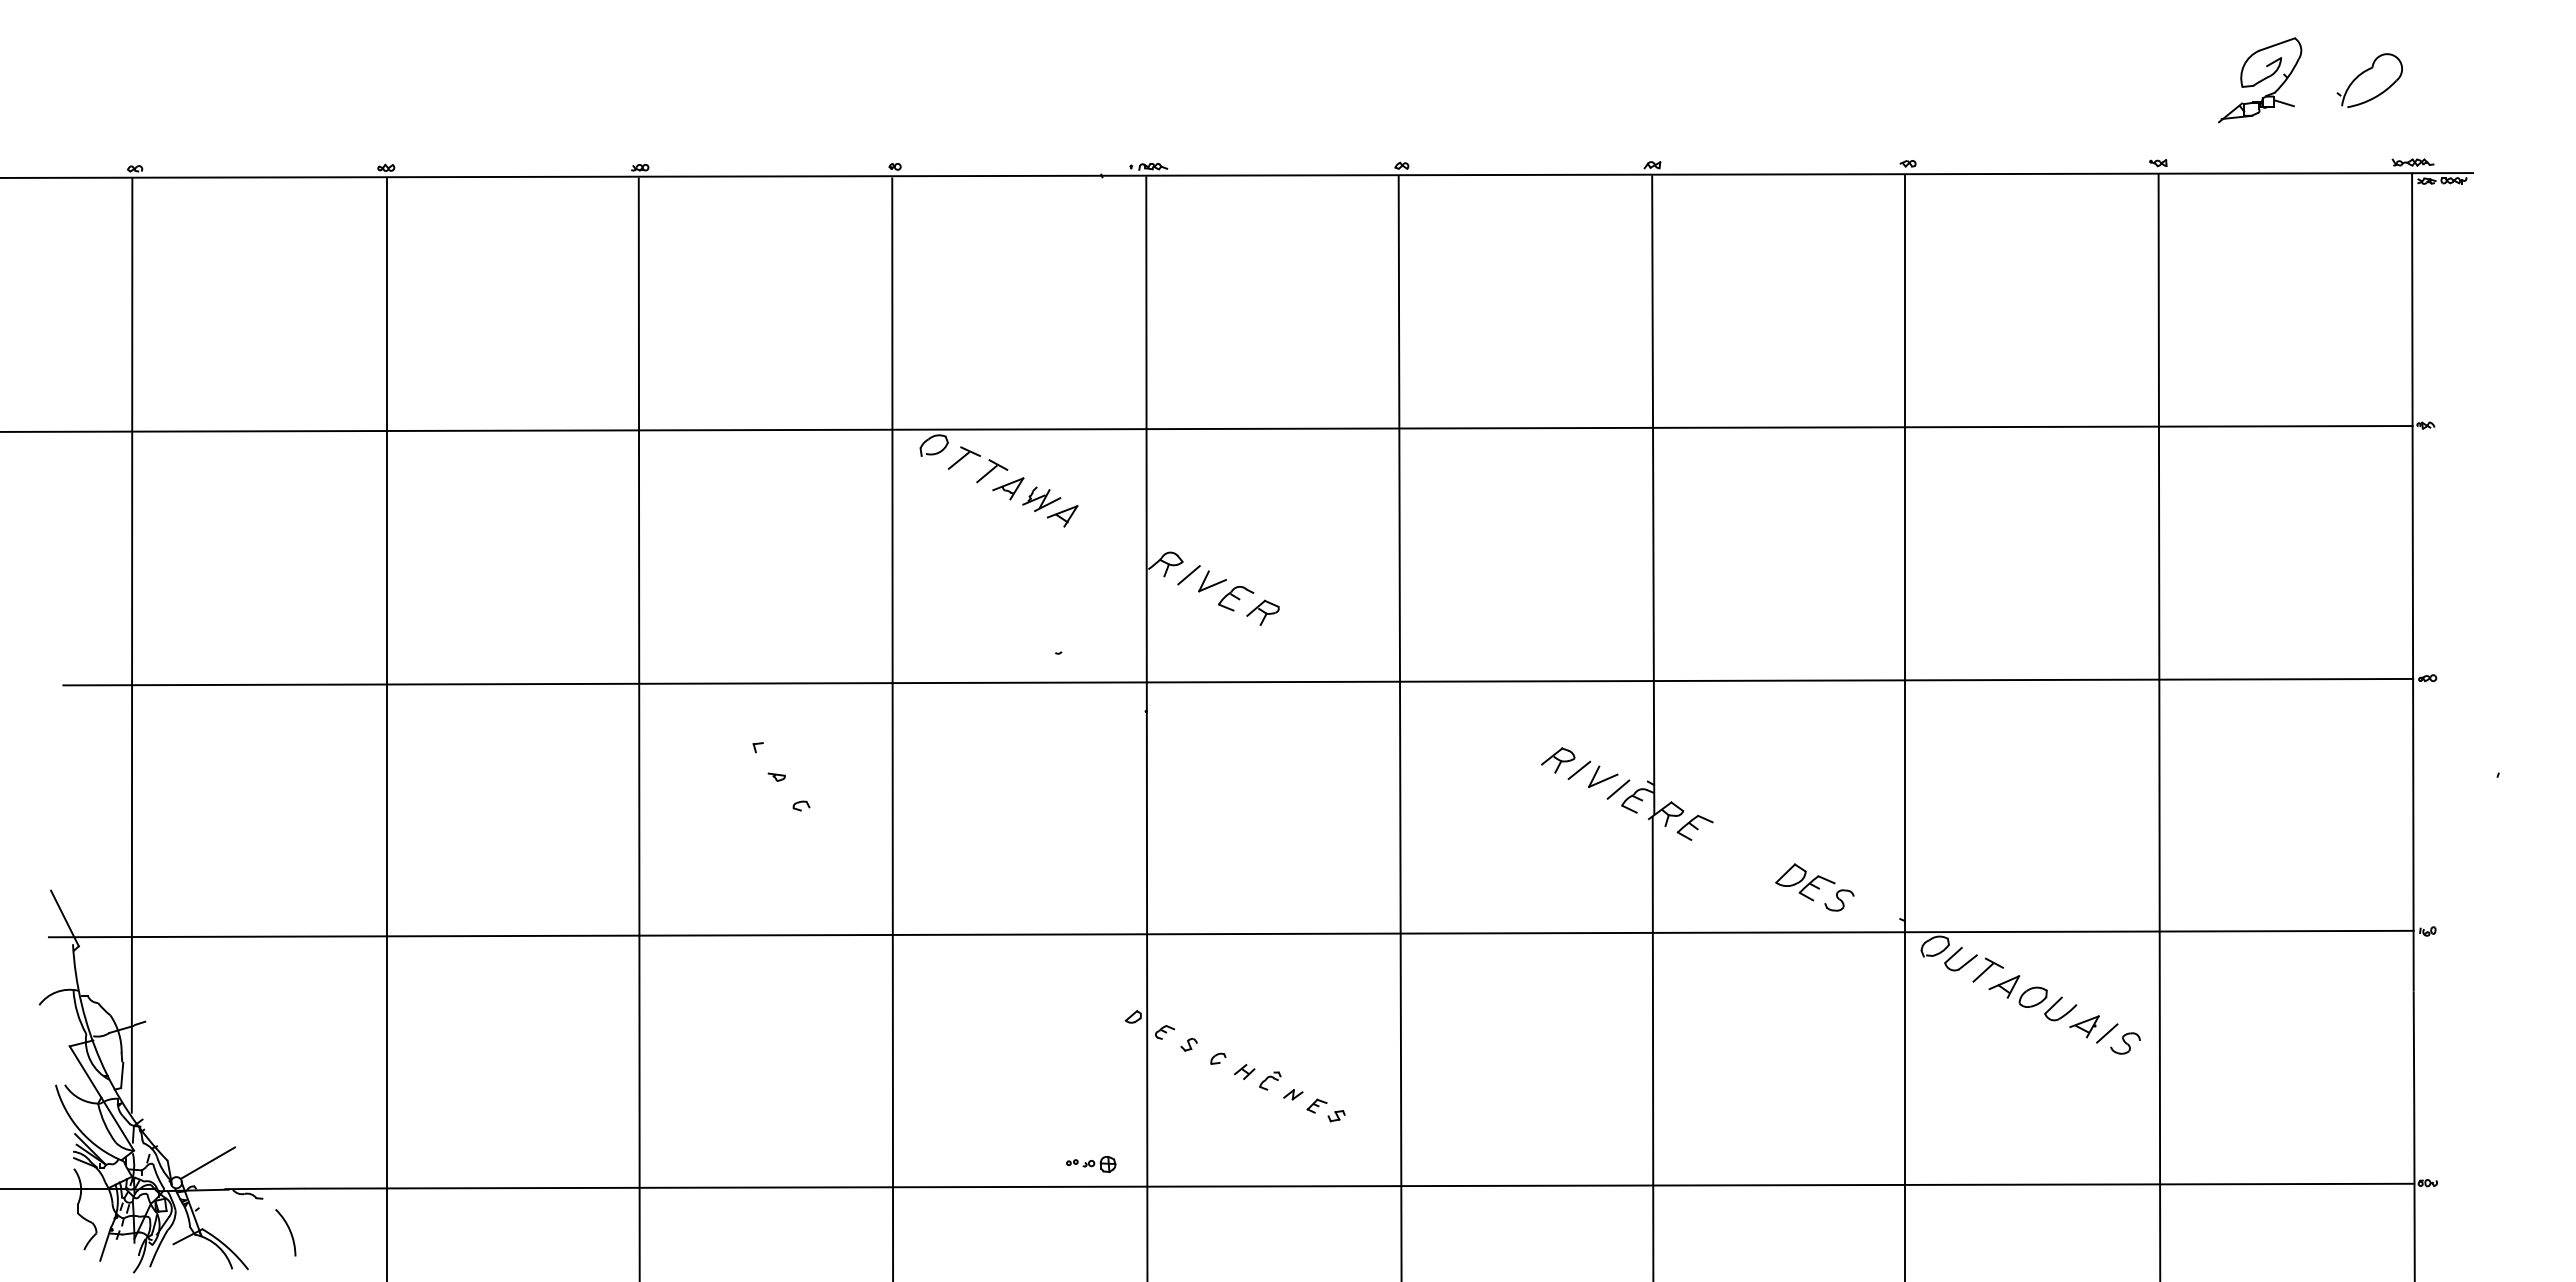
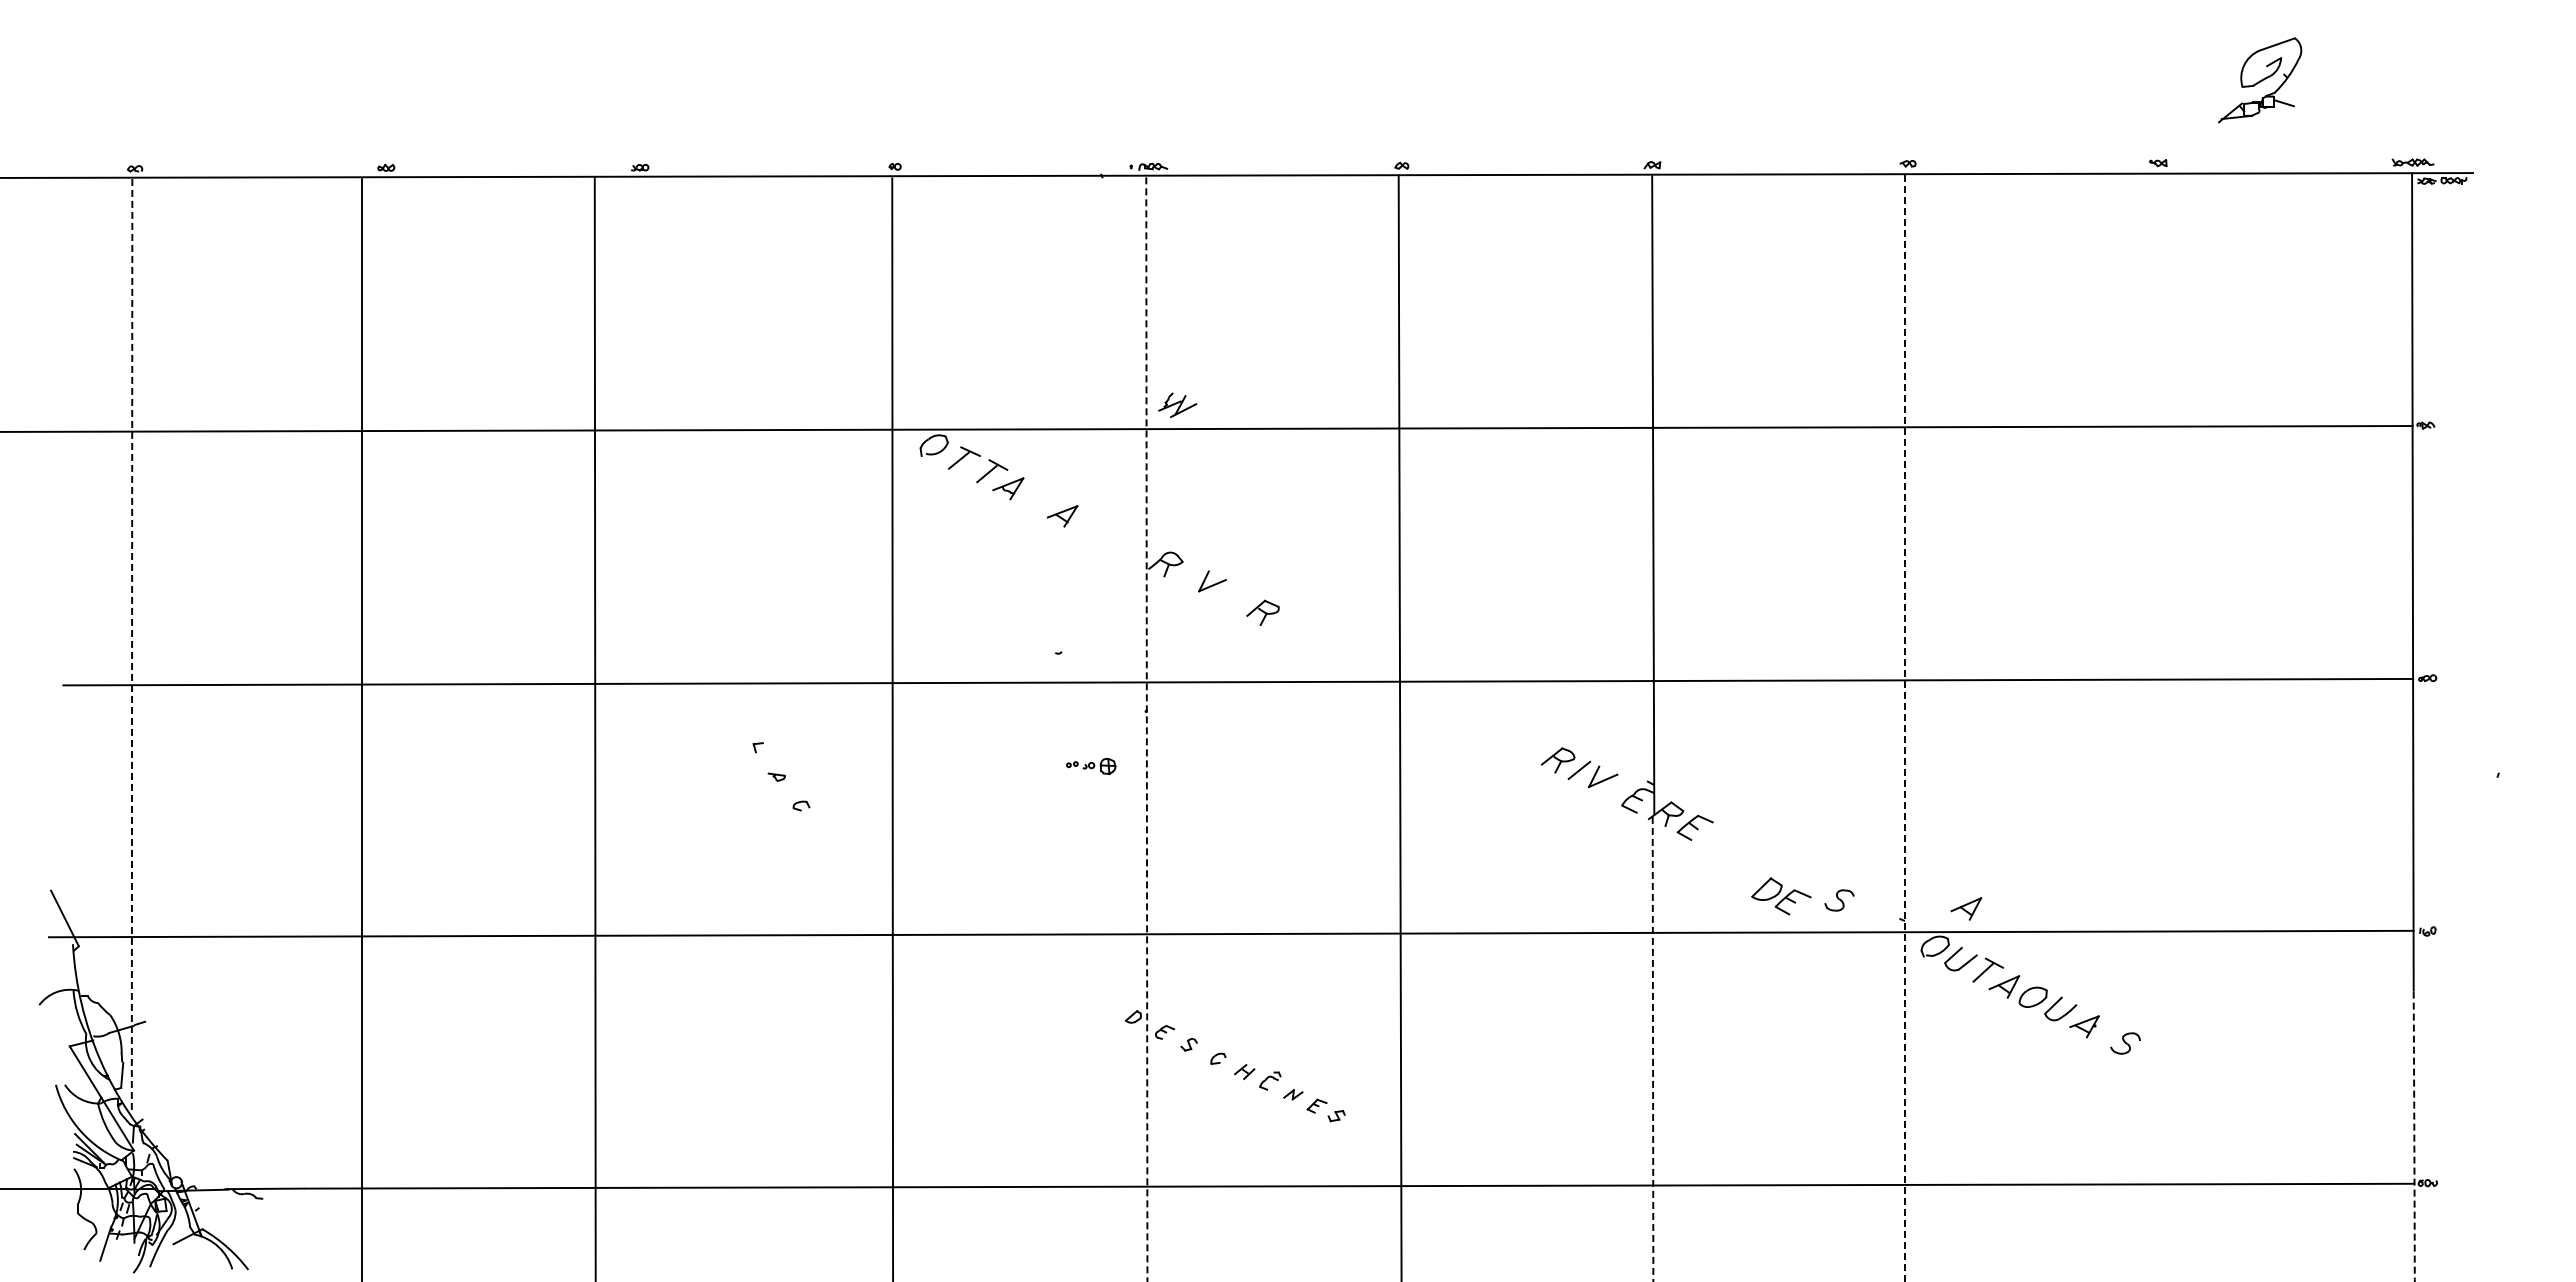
part at (2365, 72): present -> none
part at (1041, 498) position: (1041, 498) -> (1177, 404)
line at (1188, 575): present -> none
part at (1236, 598): present -> none
line at (132, 645): solid -> dashed
line at (2159, 726): present -> none
line at (386, 728) position: (386, 728) -> (361, 728)
line at (638, 728) position: (638, 728) -> (594, 728)
line at (1905, 728): solid -> dashed
line at (1146, 730): solid -> dashed
line at (1618, 789): present -> none
part at (1805, 882) position: (1805, 882) -> (1781, 896)
part at (1966, 908): none -> present
line at (2107, 1033): present -> none
line at (1653, 1049): solid -> dashed
arc at (2414, 1136): solid -> dashed
line at (208, 1162): present -> none
part at (1091, 1164) position: (1091, 1164) -> (1091, 766)
arc at (289, 1232): present -> none
